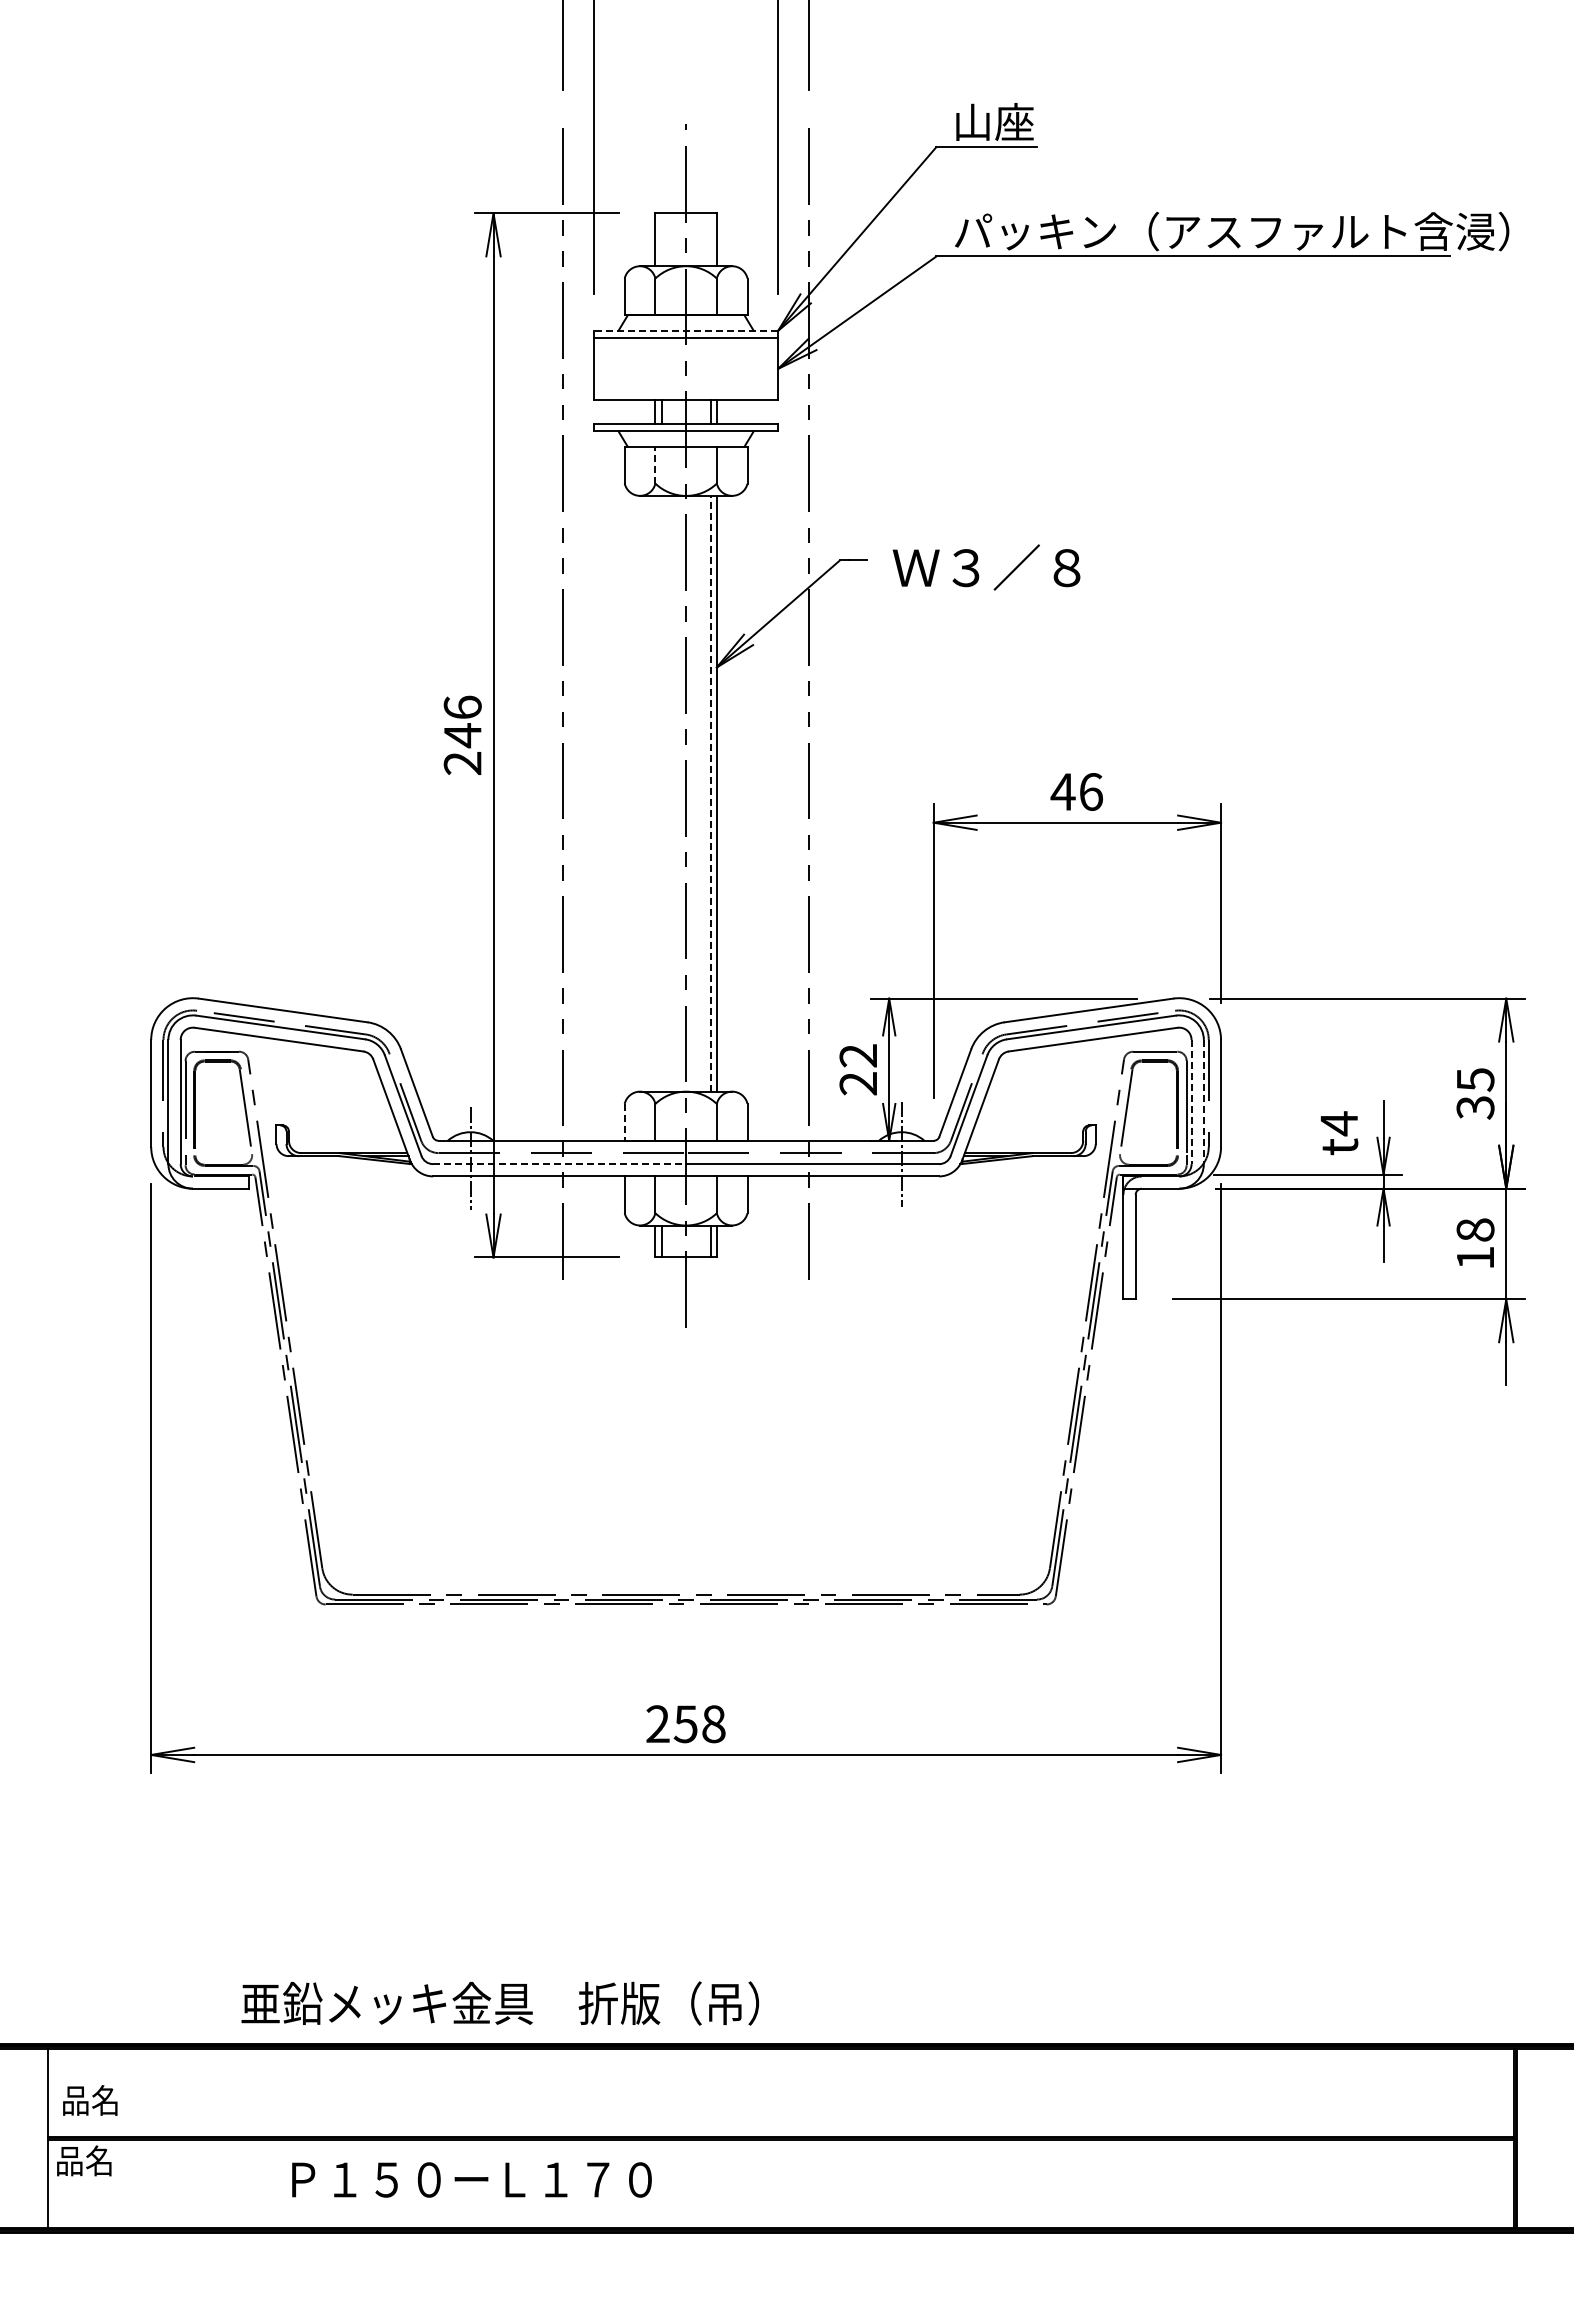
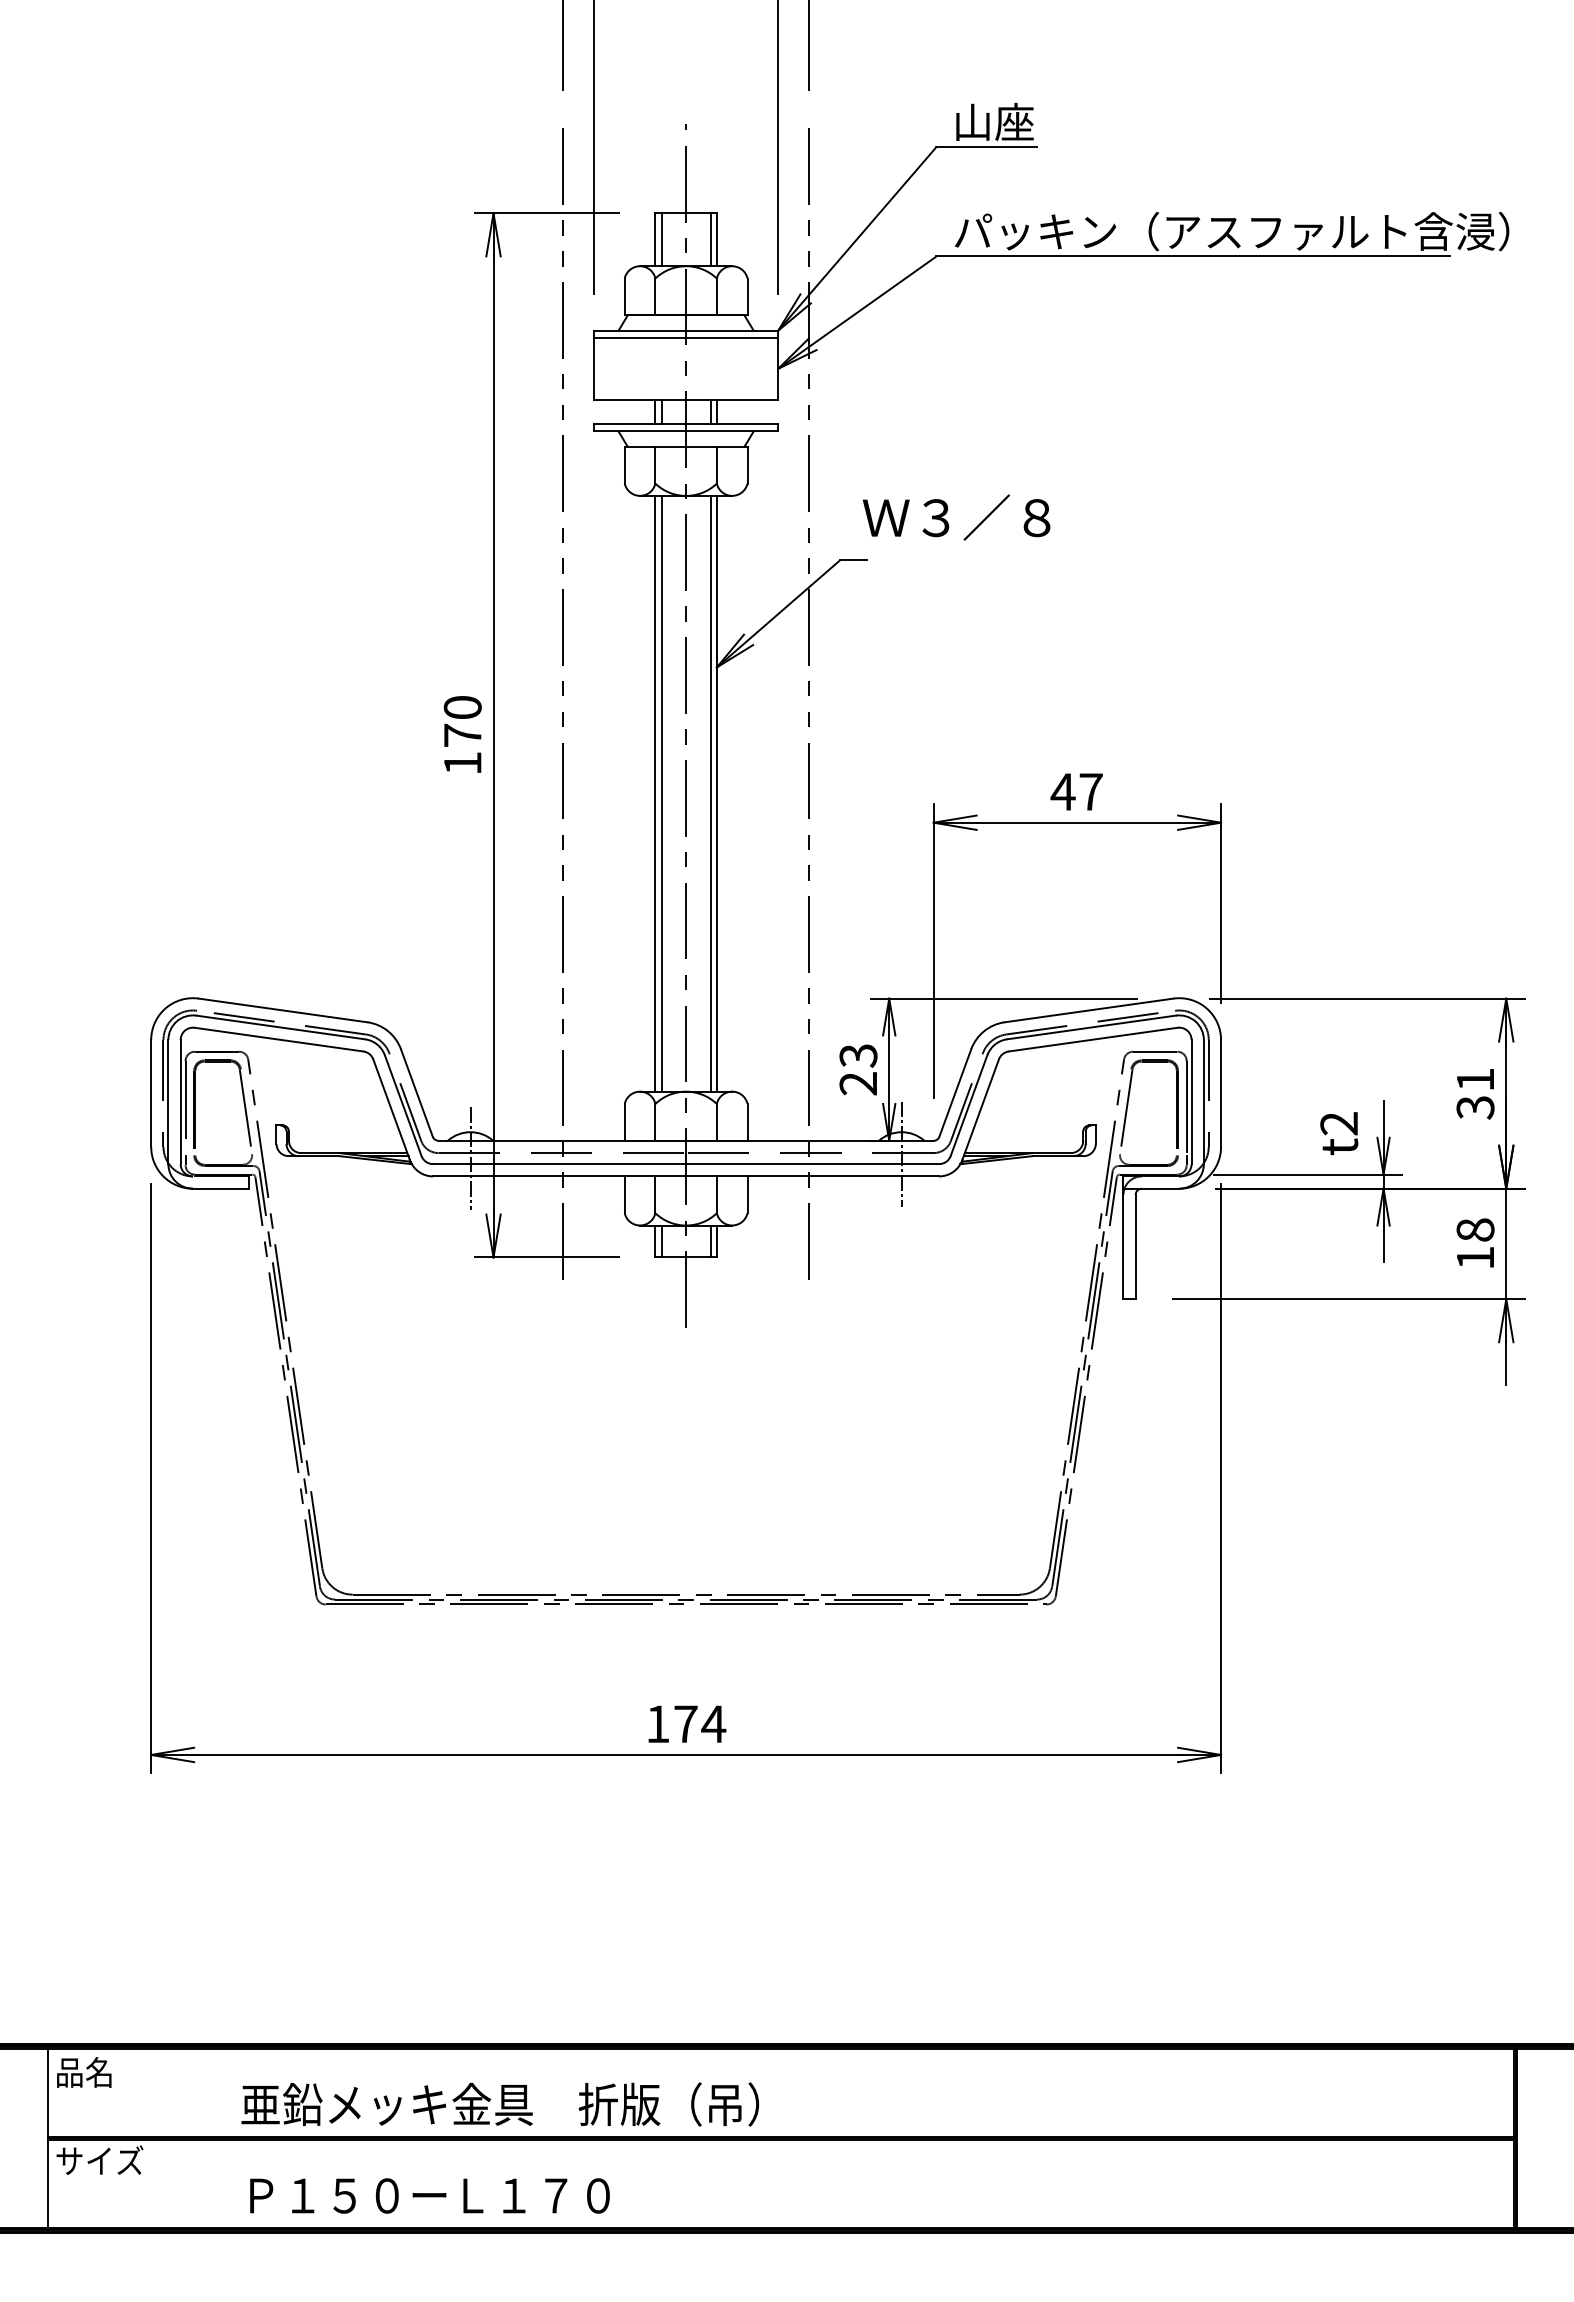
line at (661, 239): none -> present
line at (710, 239): none -> present
line at (685, 330): dashed -> solid
line at (655, 464): dashed -> solid
text at (986, 567) position: (986, 567) -> (956, 517)
text at (462, 734): 246 -> 170
text at (1090, 791): 46 -> 47
line at (655, 793): none -> present
line at (661, 793): none -> present
line at (710, 793): dashed -> solid
text at (858, 1055): 22 -> 23
text at (1475, 1079): 35 -> 31
line at (1191, 1102): dashed -> solid
line at (1203, 1102): dashed -> solid
line at (624, 1122): dashed -> solid
text at (1338, 1123): t4 -> t2
line at (559, 1164): dashed -> solid
text at (686, 1724): 258 -> 174
text at (500, 2003) position: (500, 2003) -> (500, 2104)
text at (90, 2100) position: (90, 2100) -> (84, 2072)
text at (99, 2160): 品名 -> サイズ
text at (471, 2179) position: (471, 2179) -> (429, 2195)
